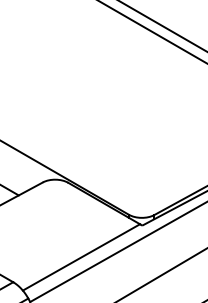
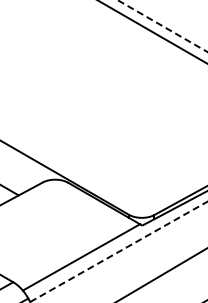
line at (162, 26): solid -> dashed
line at (118, 251): solid -> dashed
